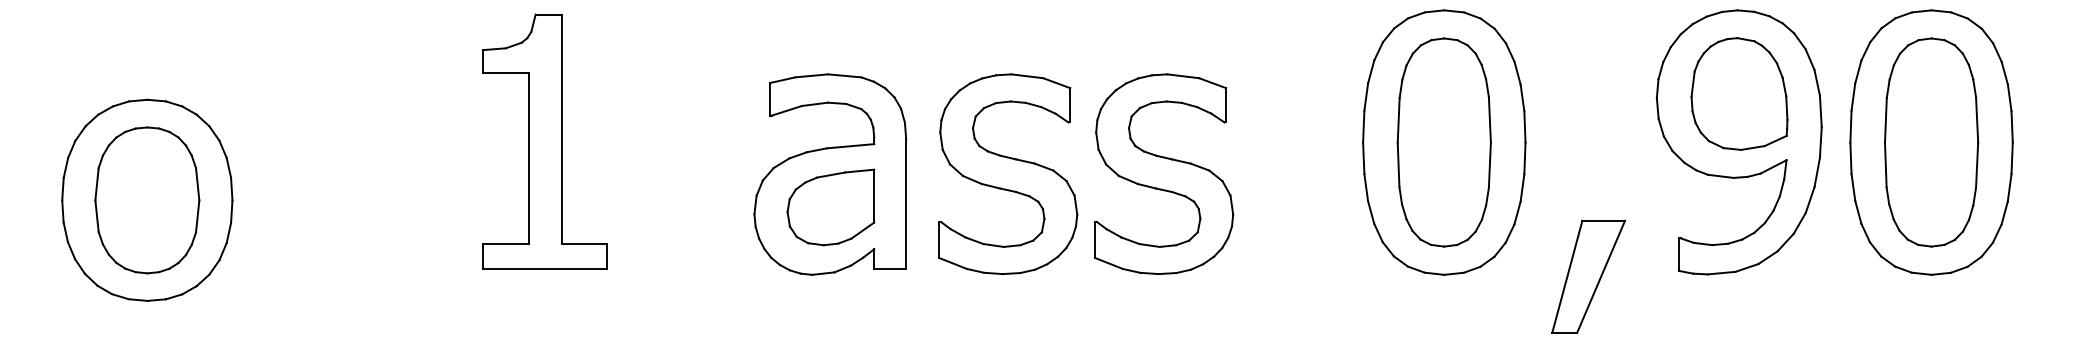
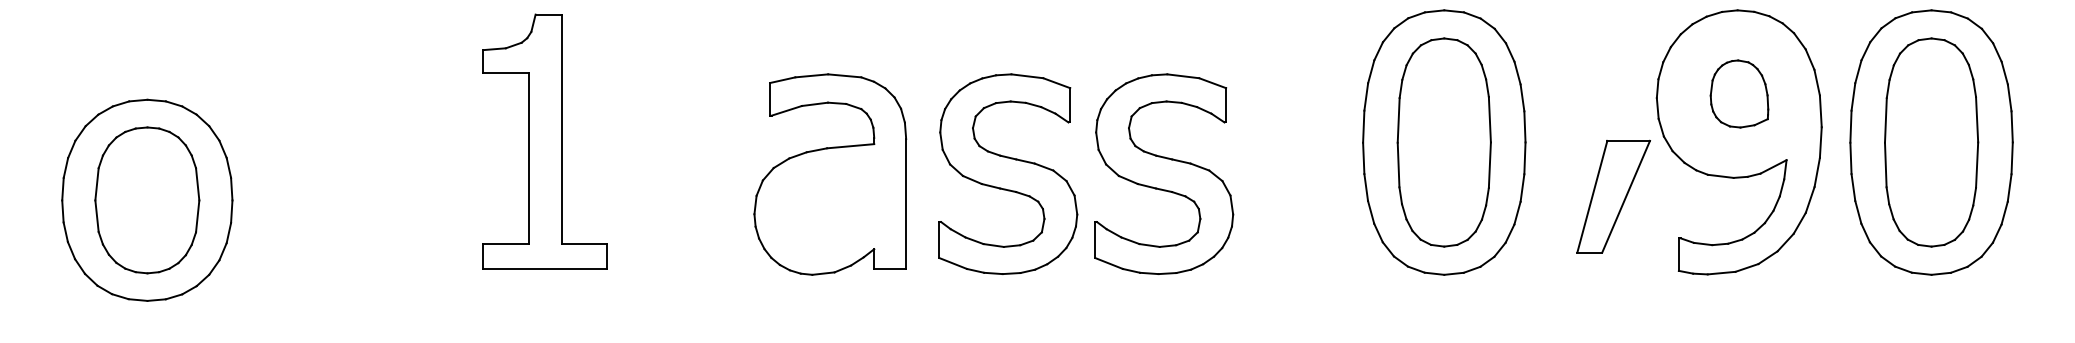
part at (1739, 93) size: 99x114 px -> 61x70 px
part at (830, 207): present -> none
part at (1588, 276) position: (1588, 276) -> (1613, 196)
